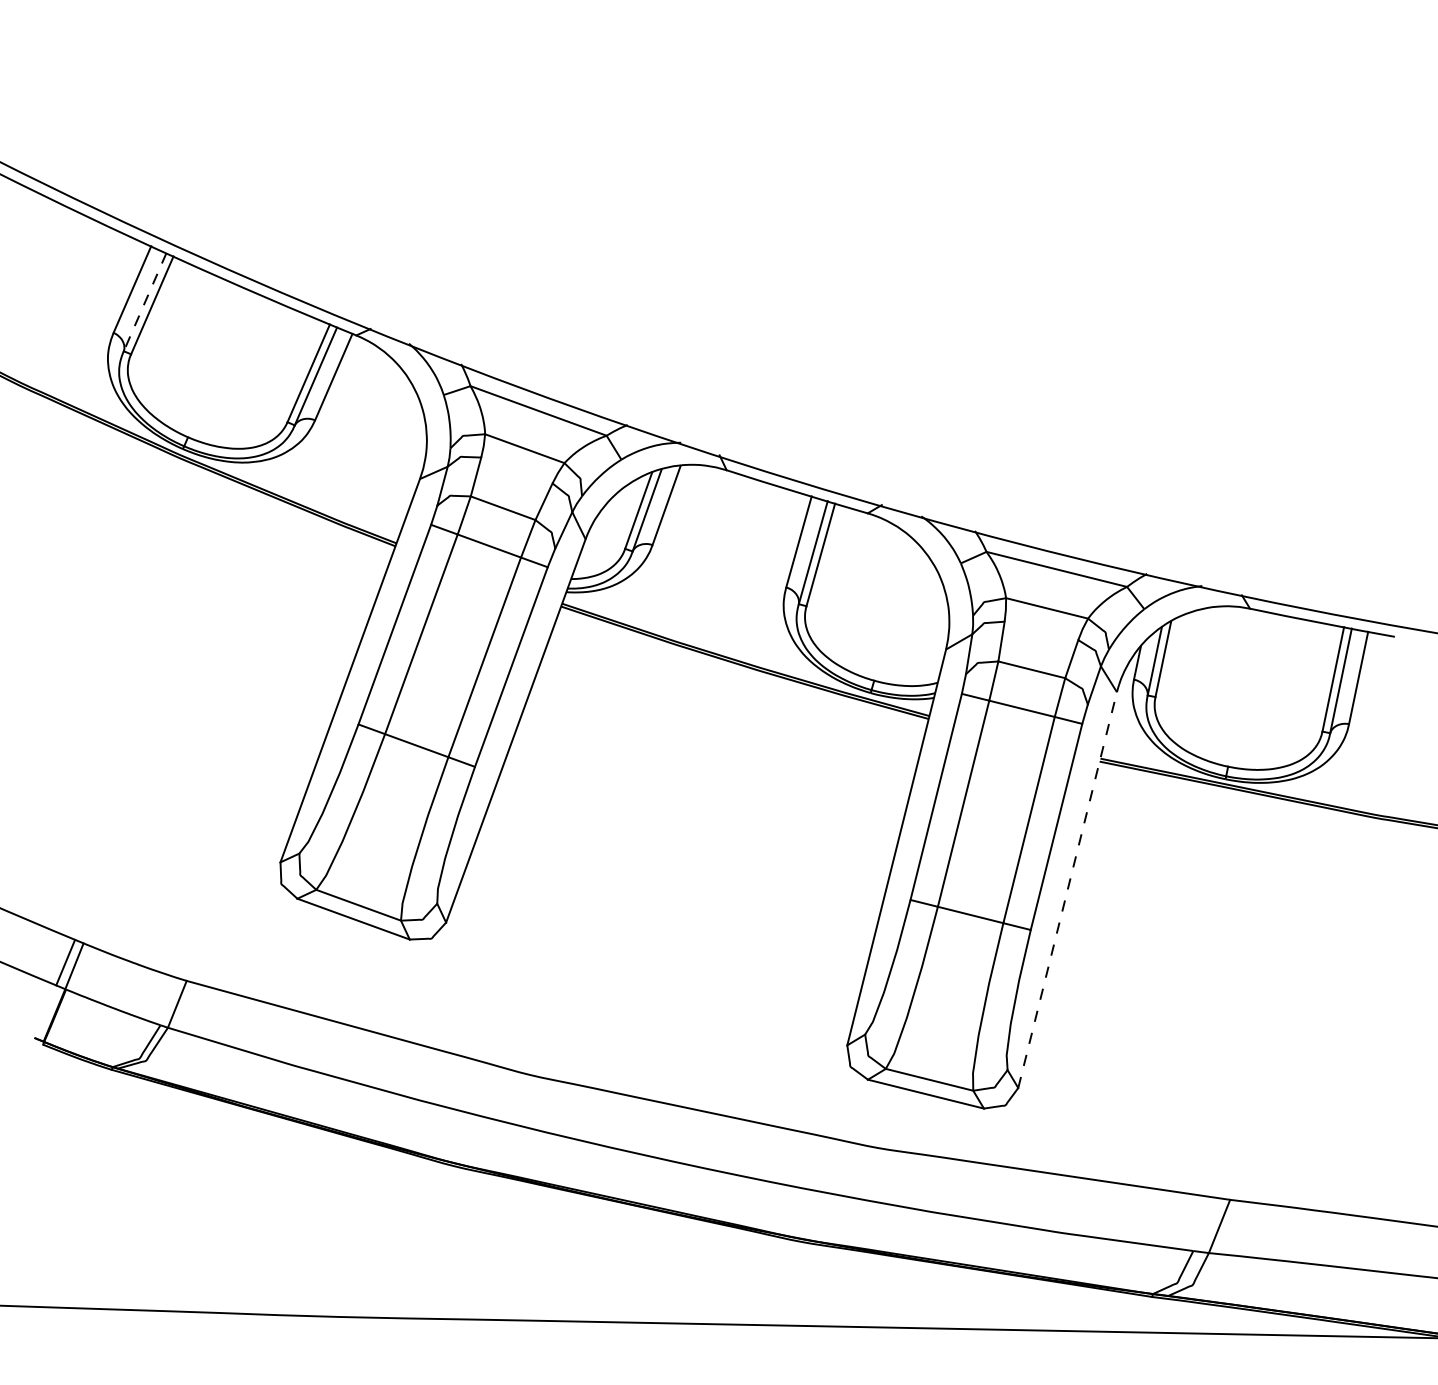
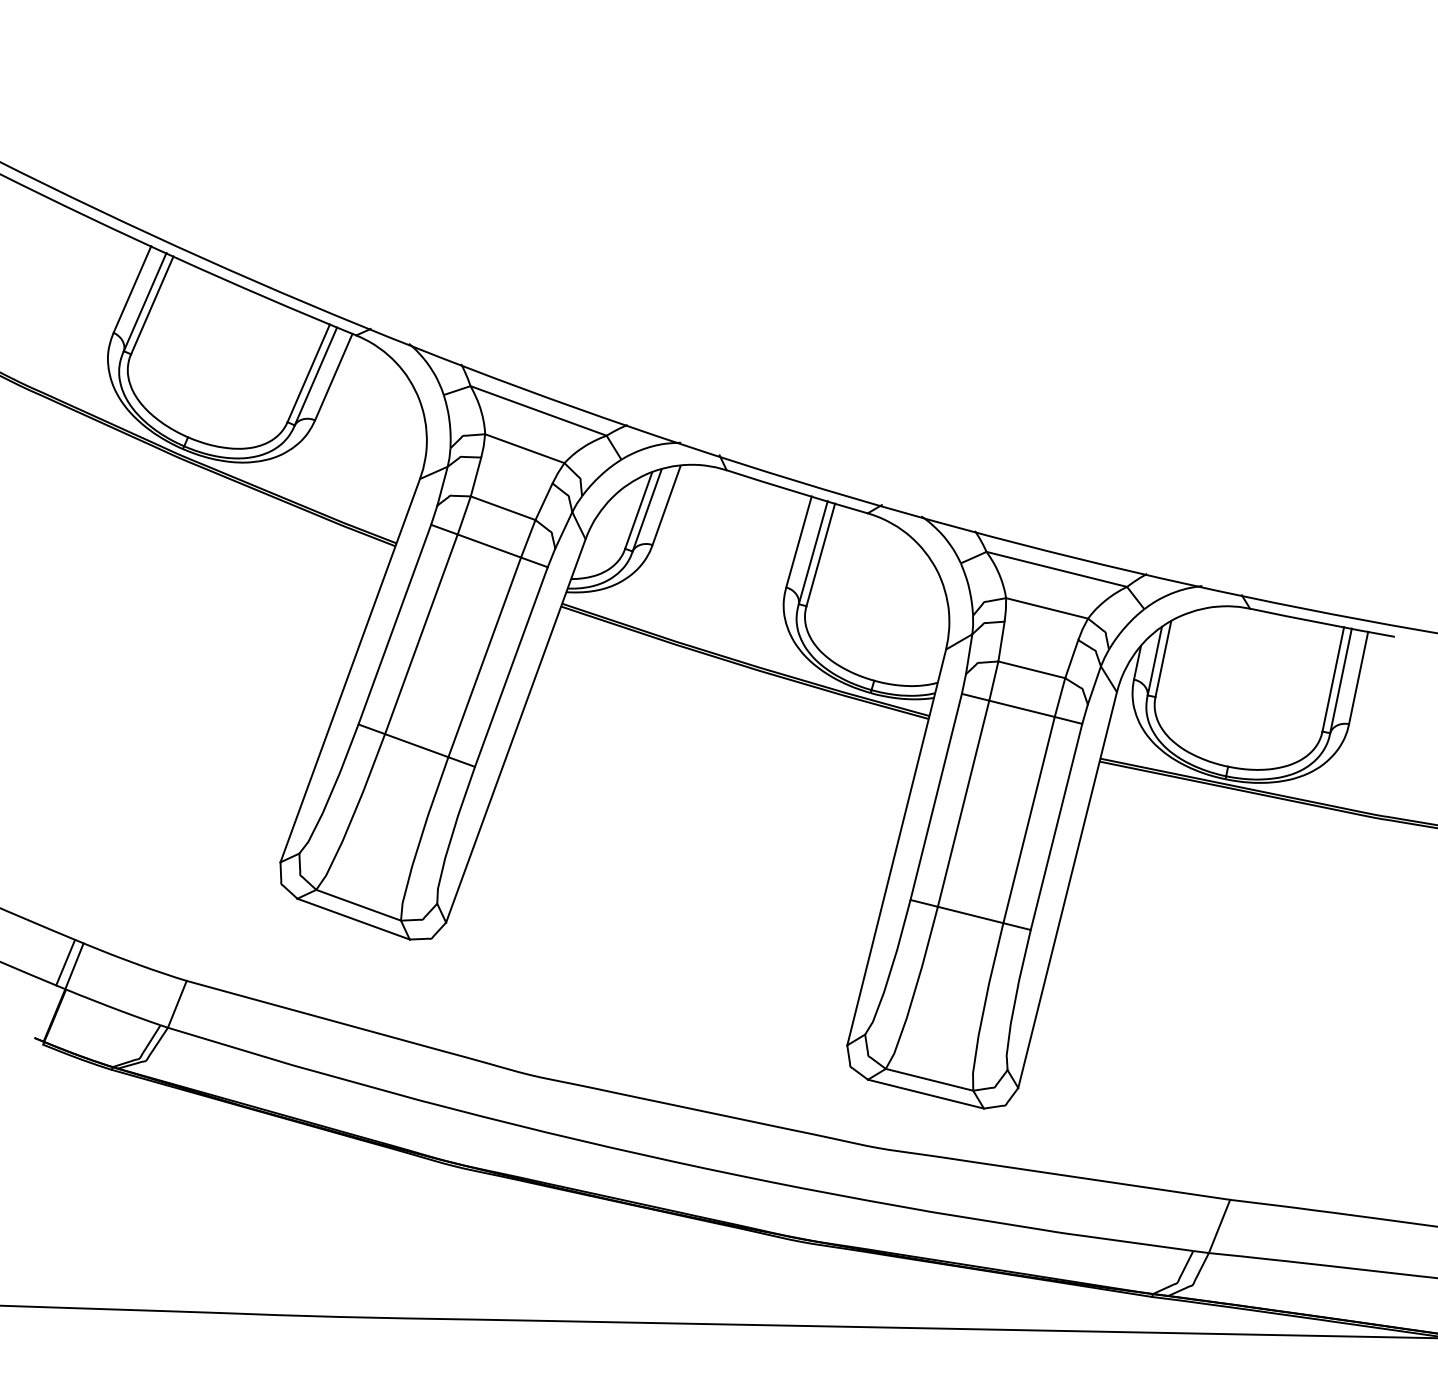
line at (144, 302): dashed -> solid
line at (1067, 890): dashed -> solid
